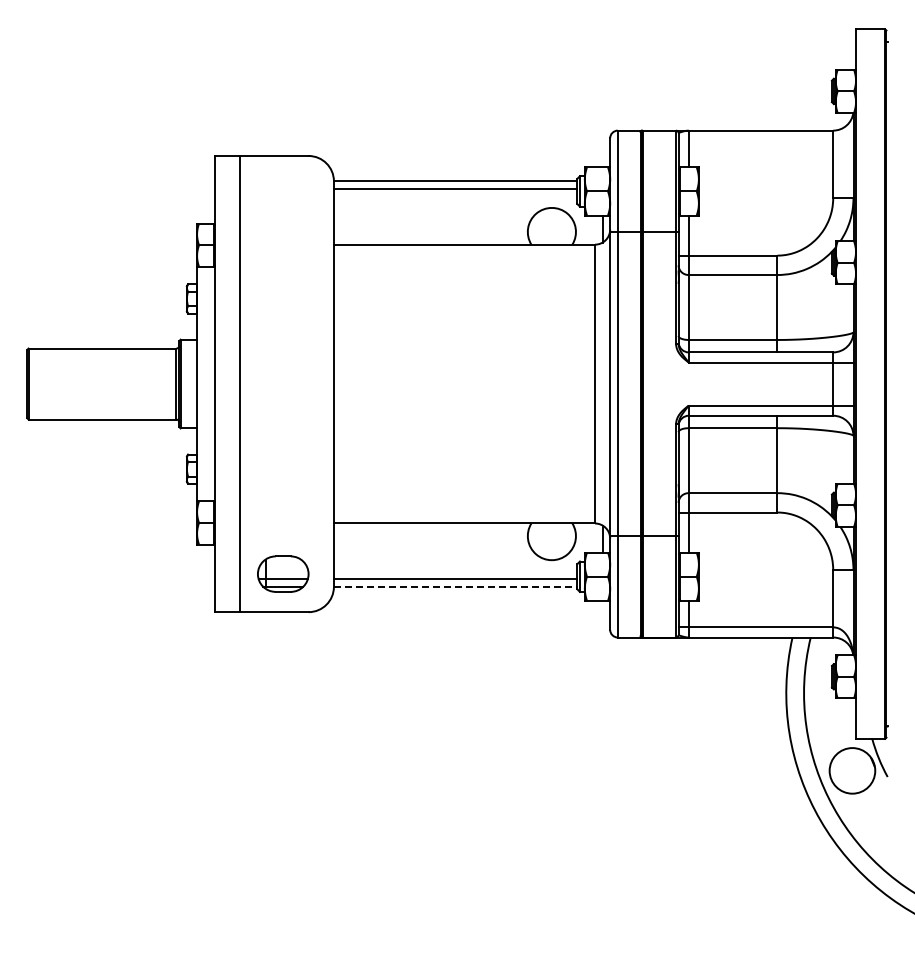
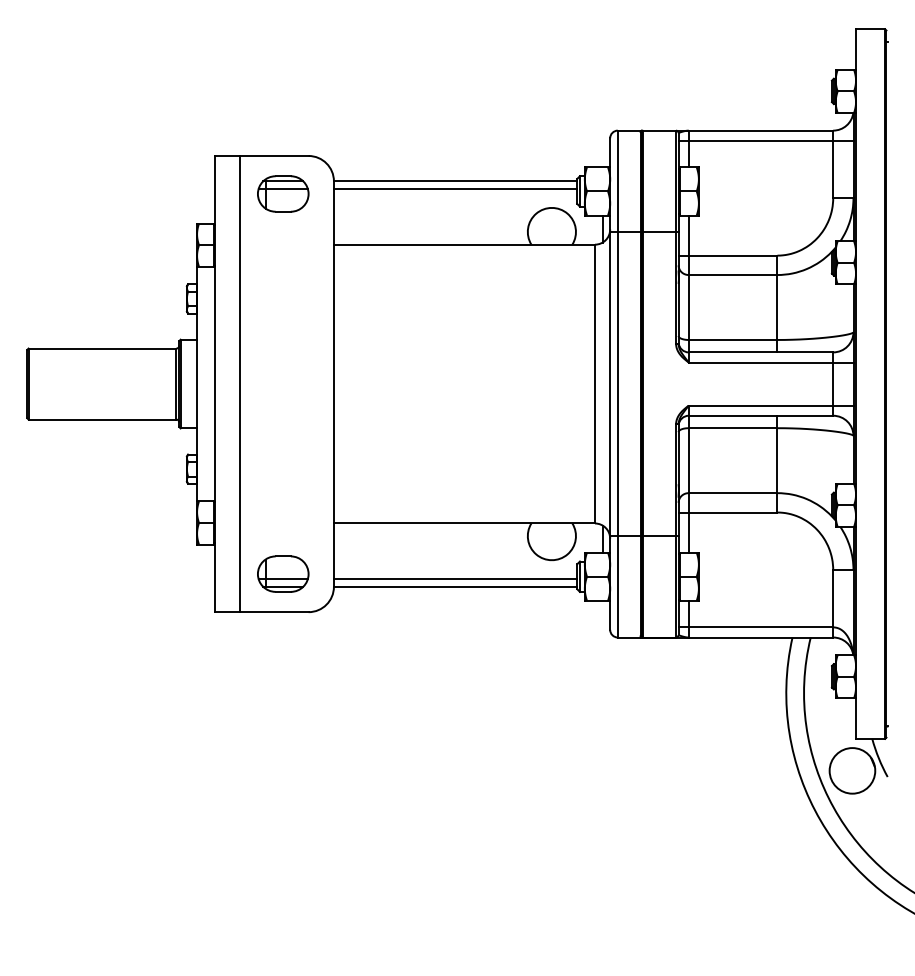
line at (765, 140): none -> present
part at (283, 193): none -> present
line at (455, 586): dashed -> solid
